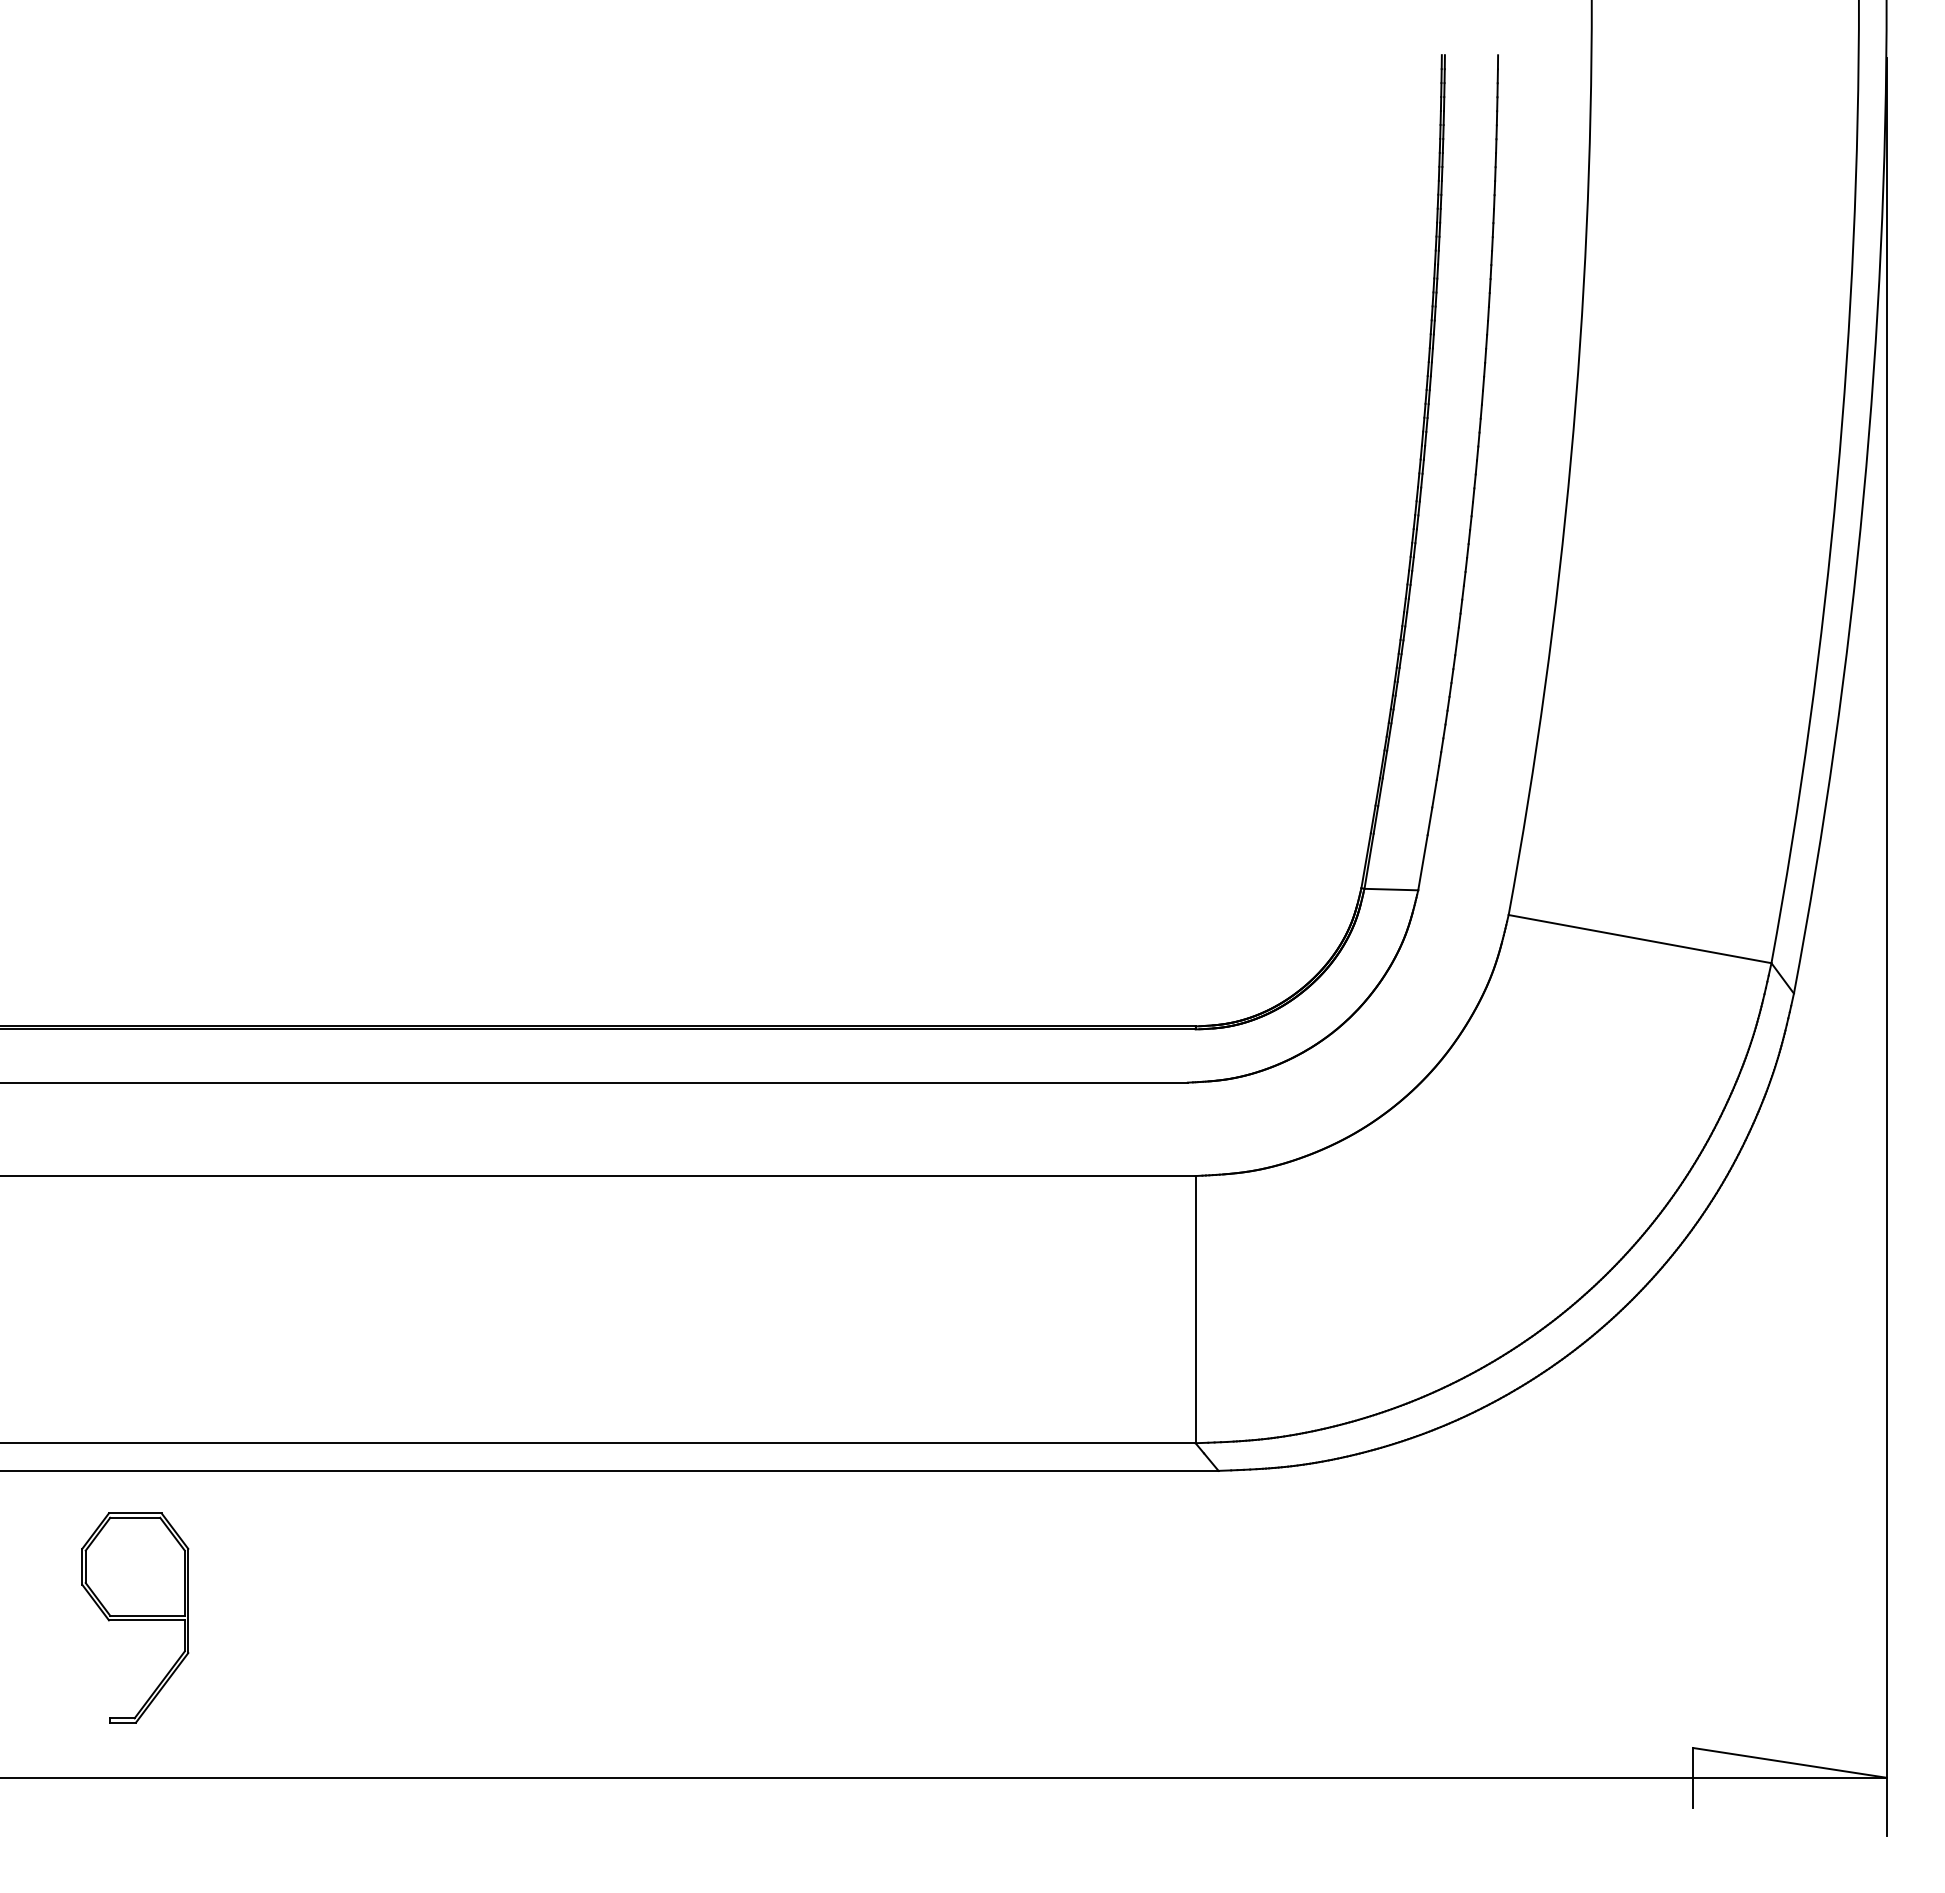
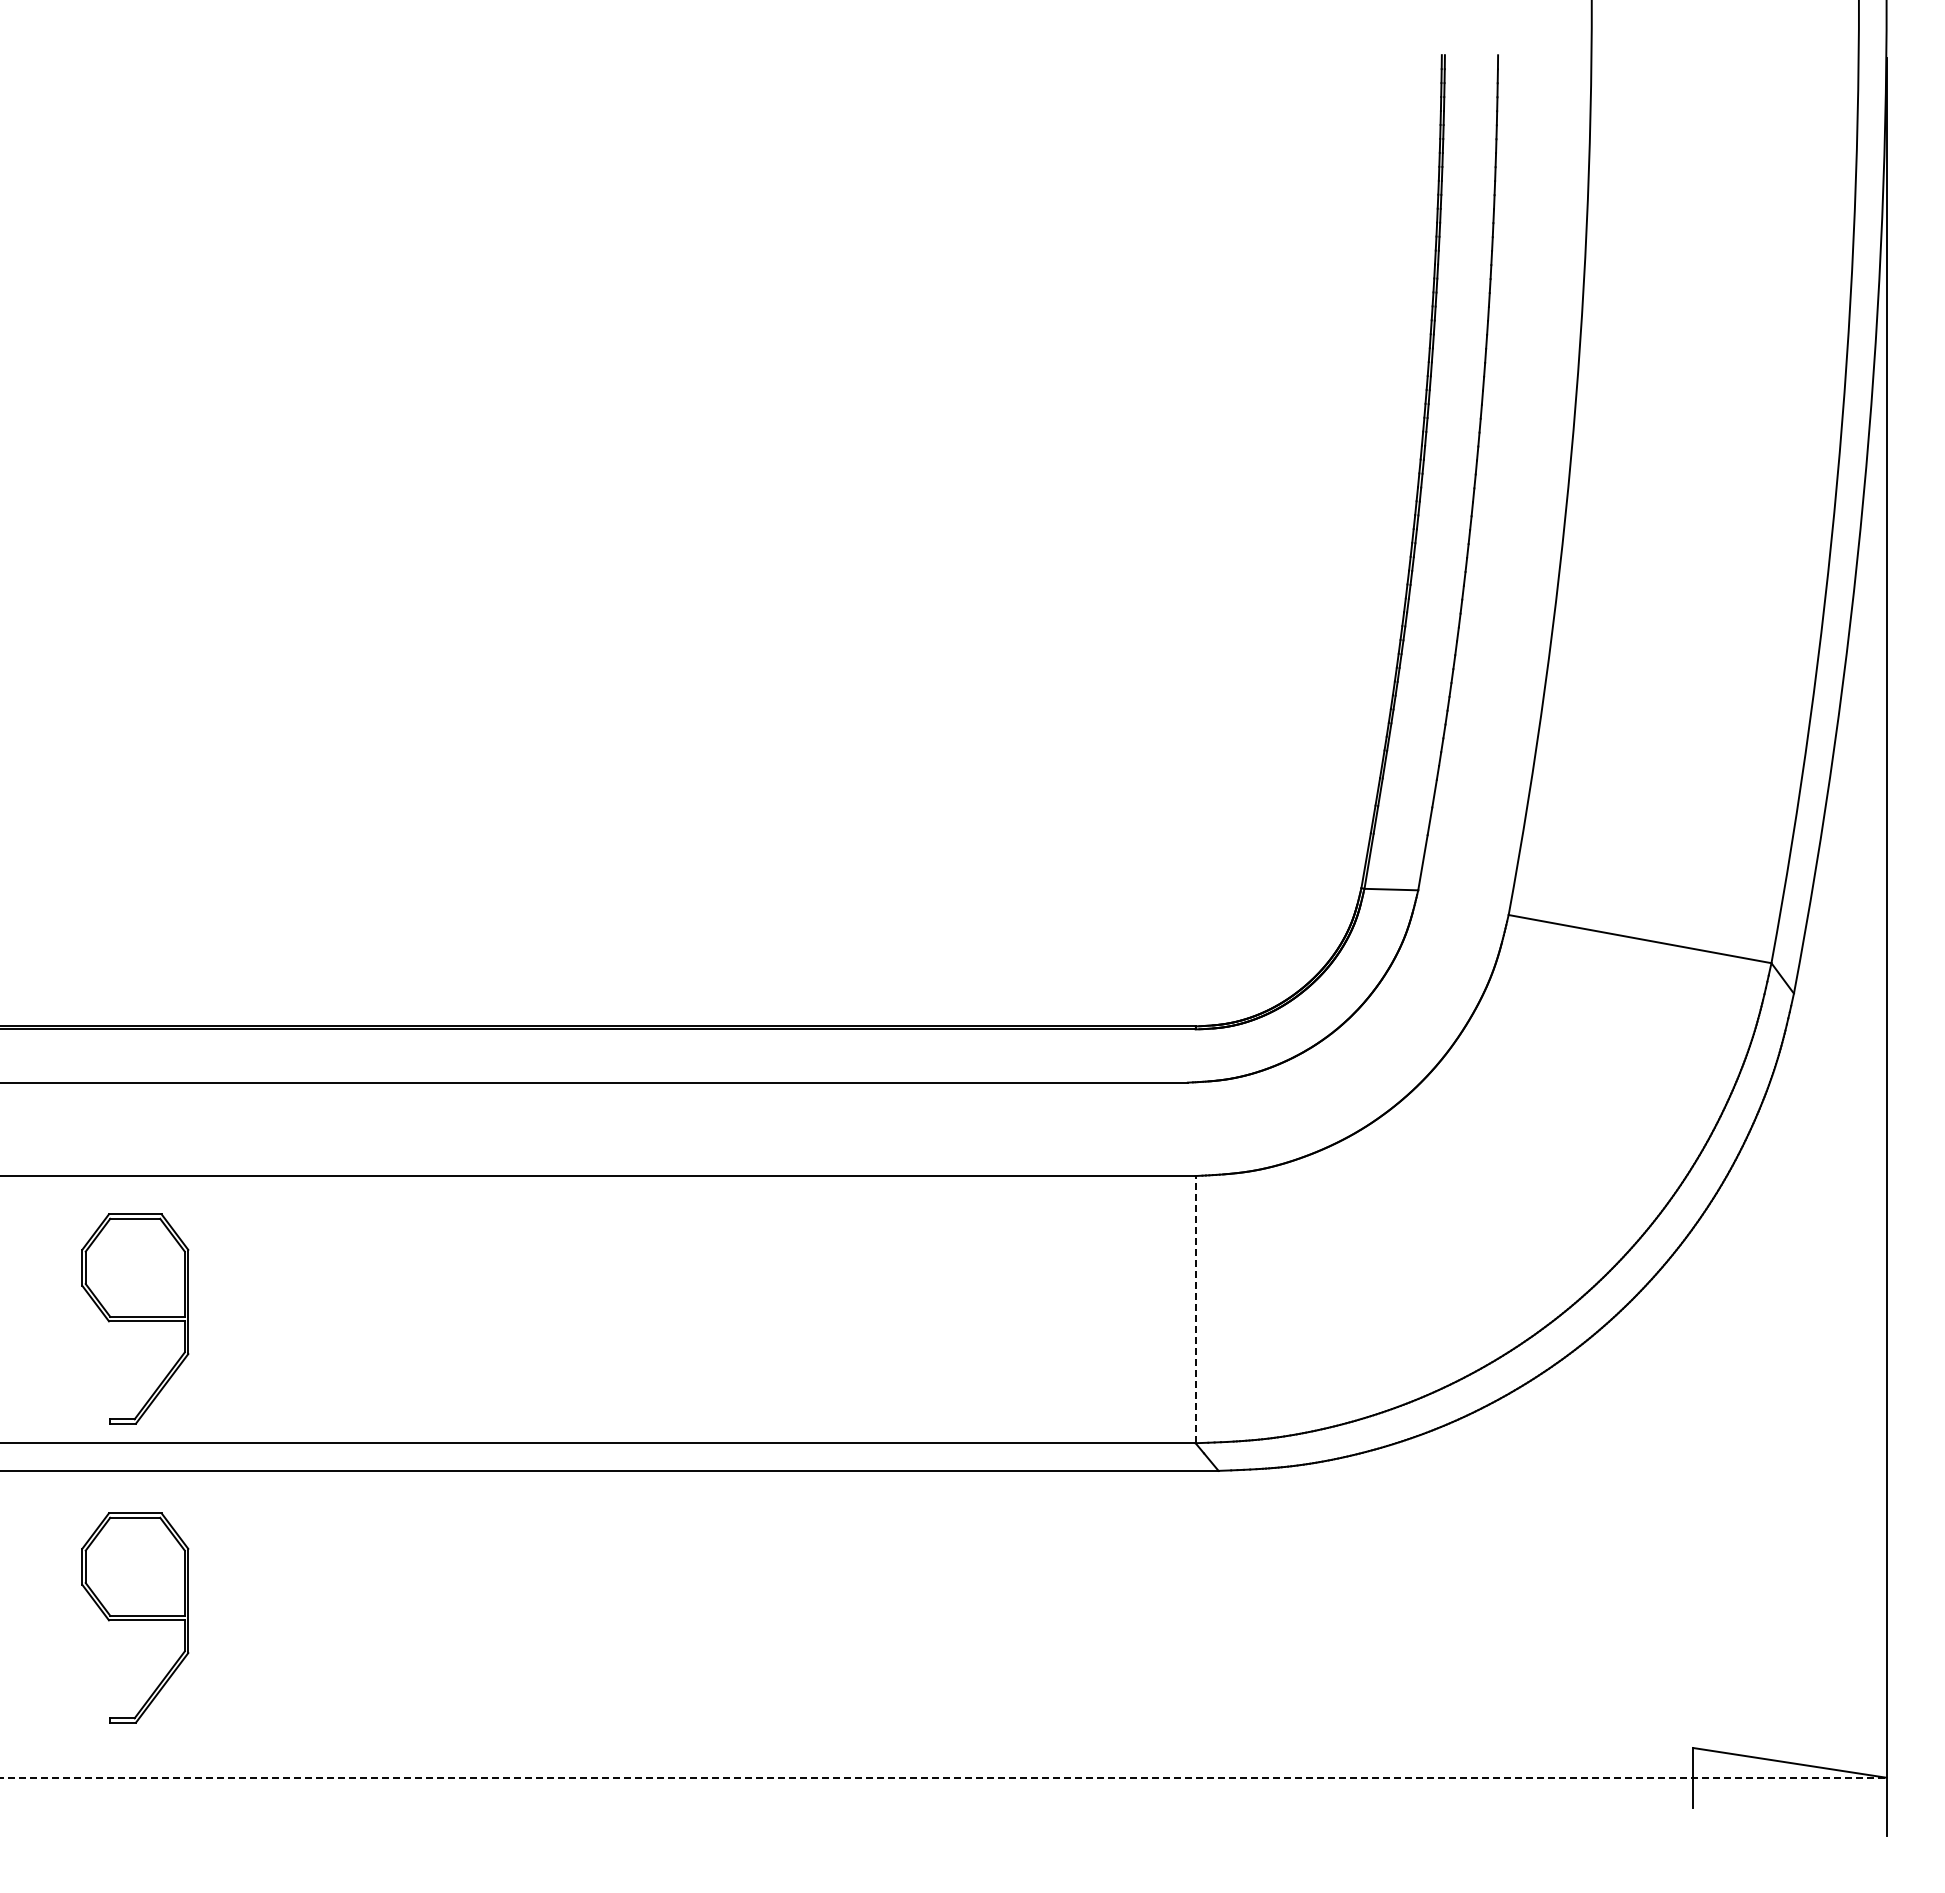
line at (1195, 1309): solid -> dashed
part at (135, 1318): none -> present
line at (943, 1777): solid -> dashed
